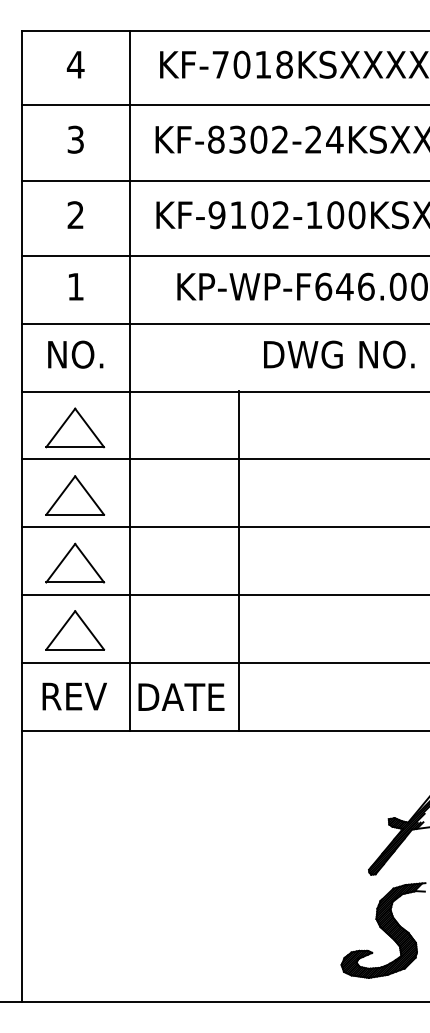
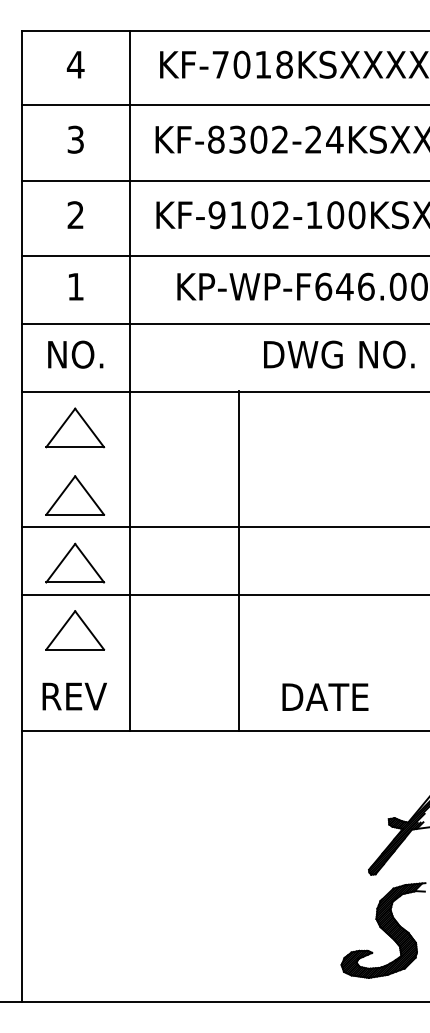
line at (223, 459): present -> none
line at (223, 662): present -> none
text at (181, 696) position: (181, 696) -> (325, 696)
